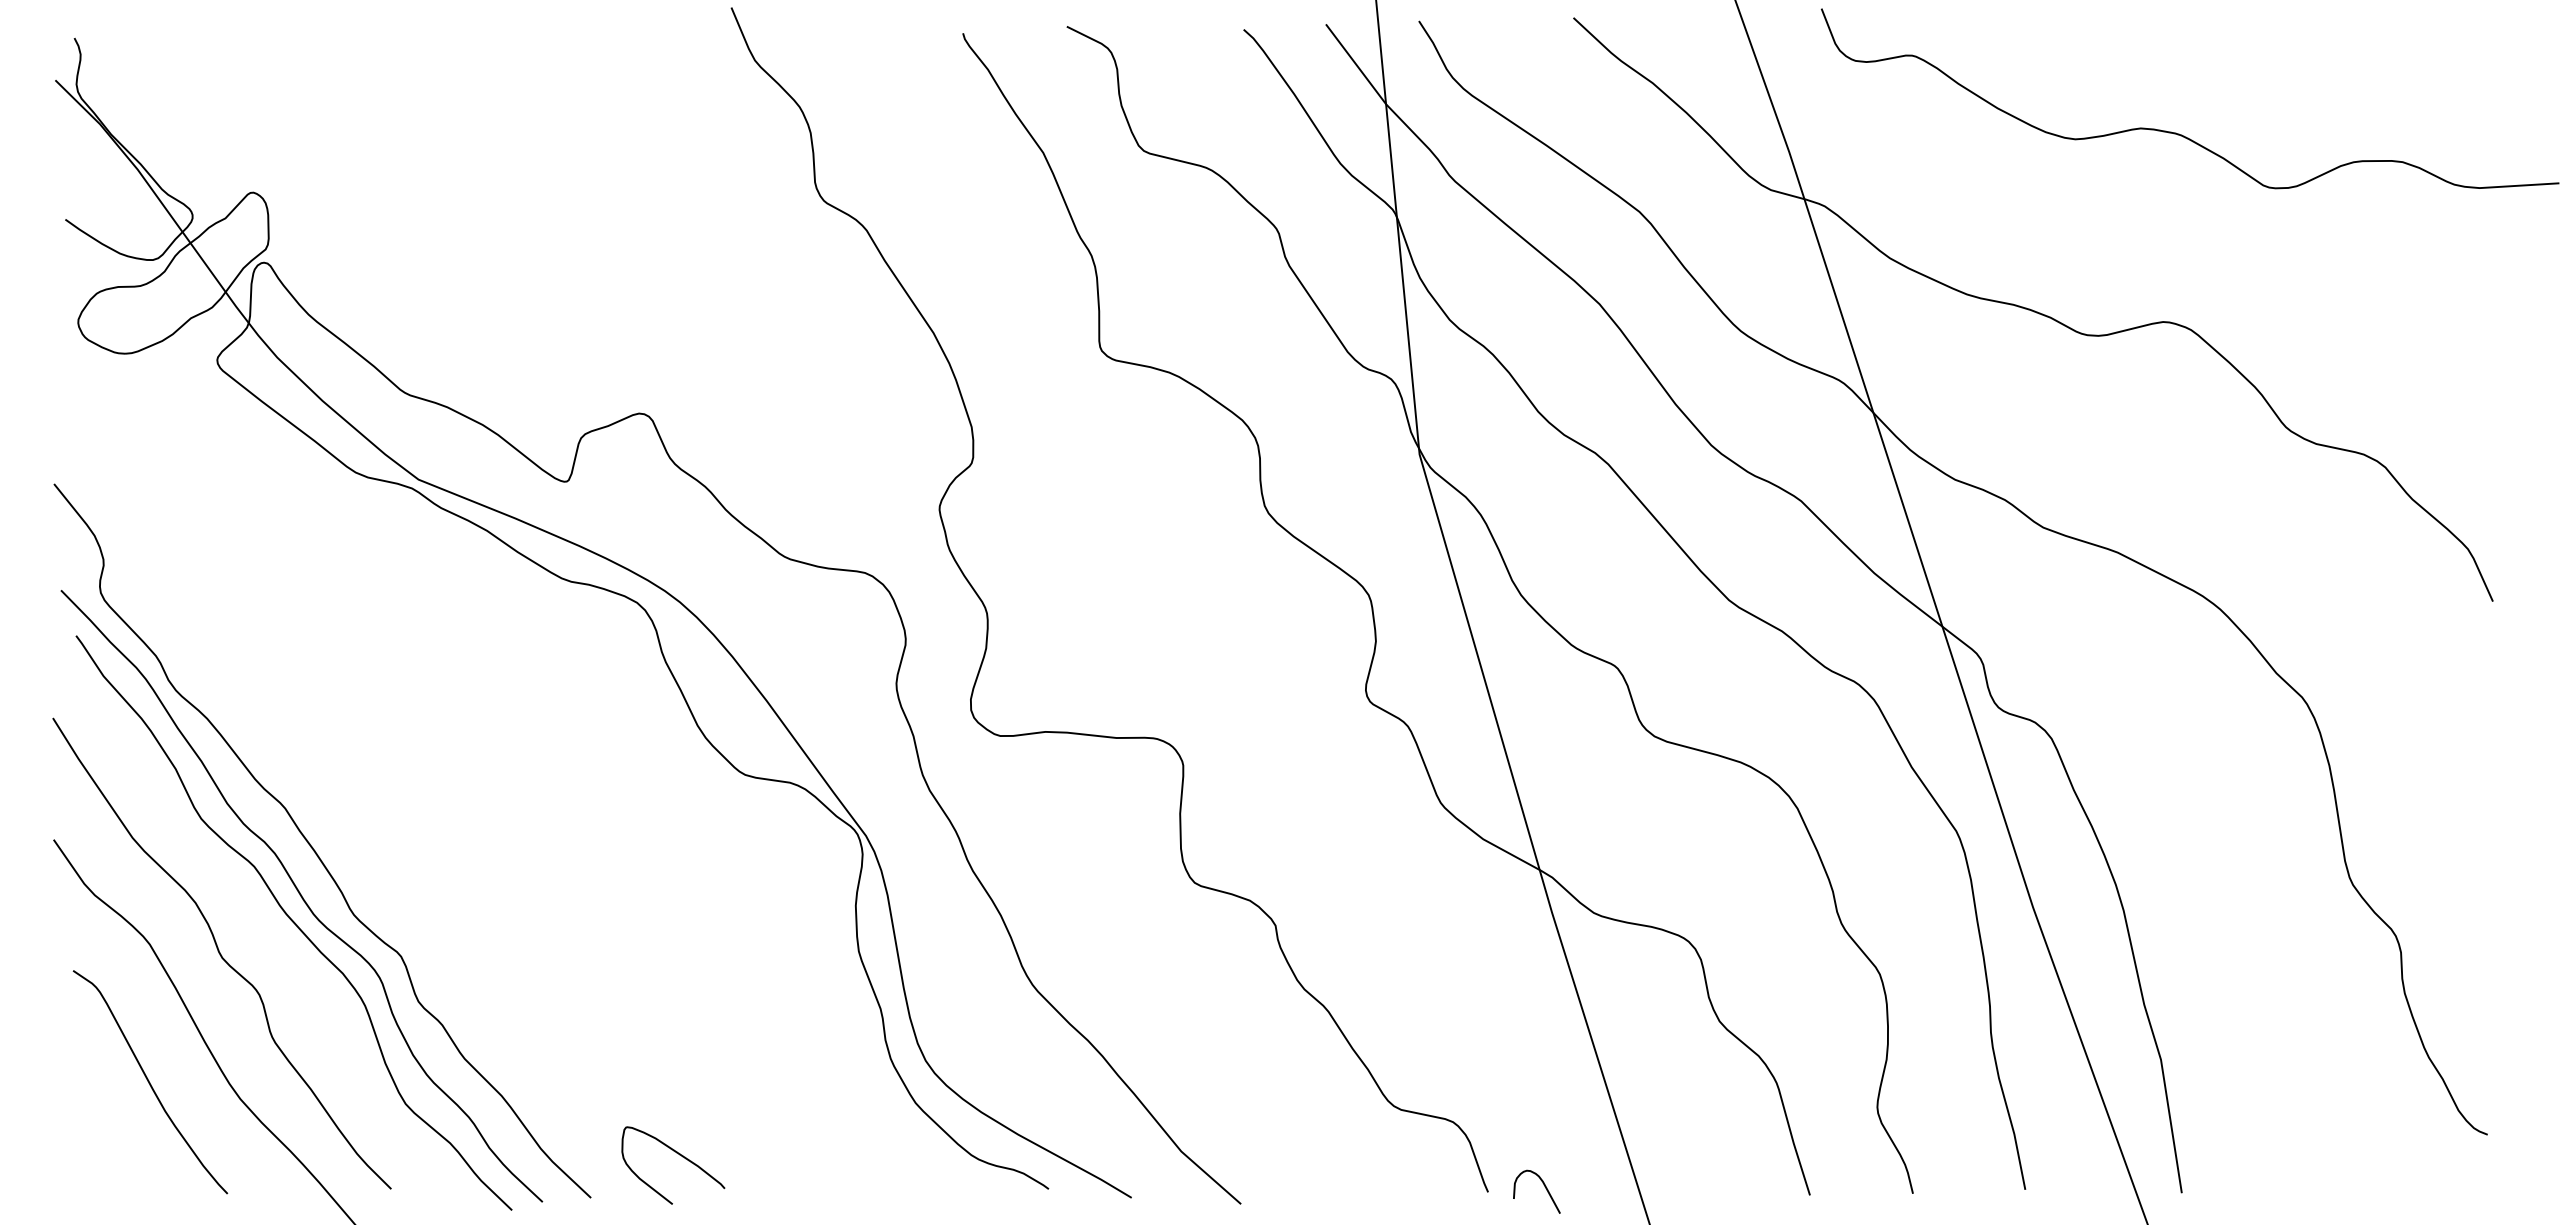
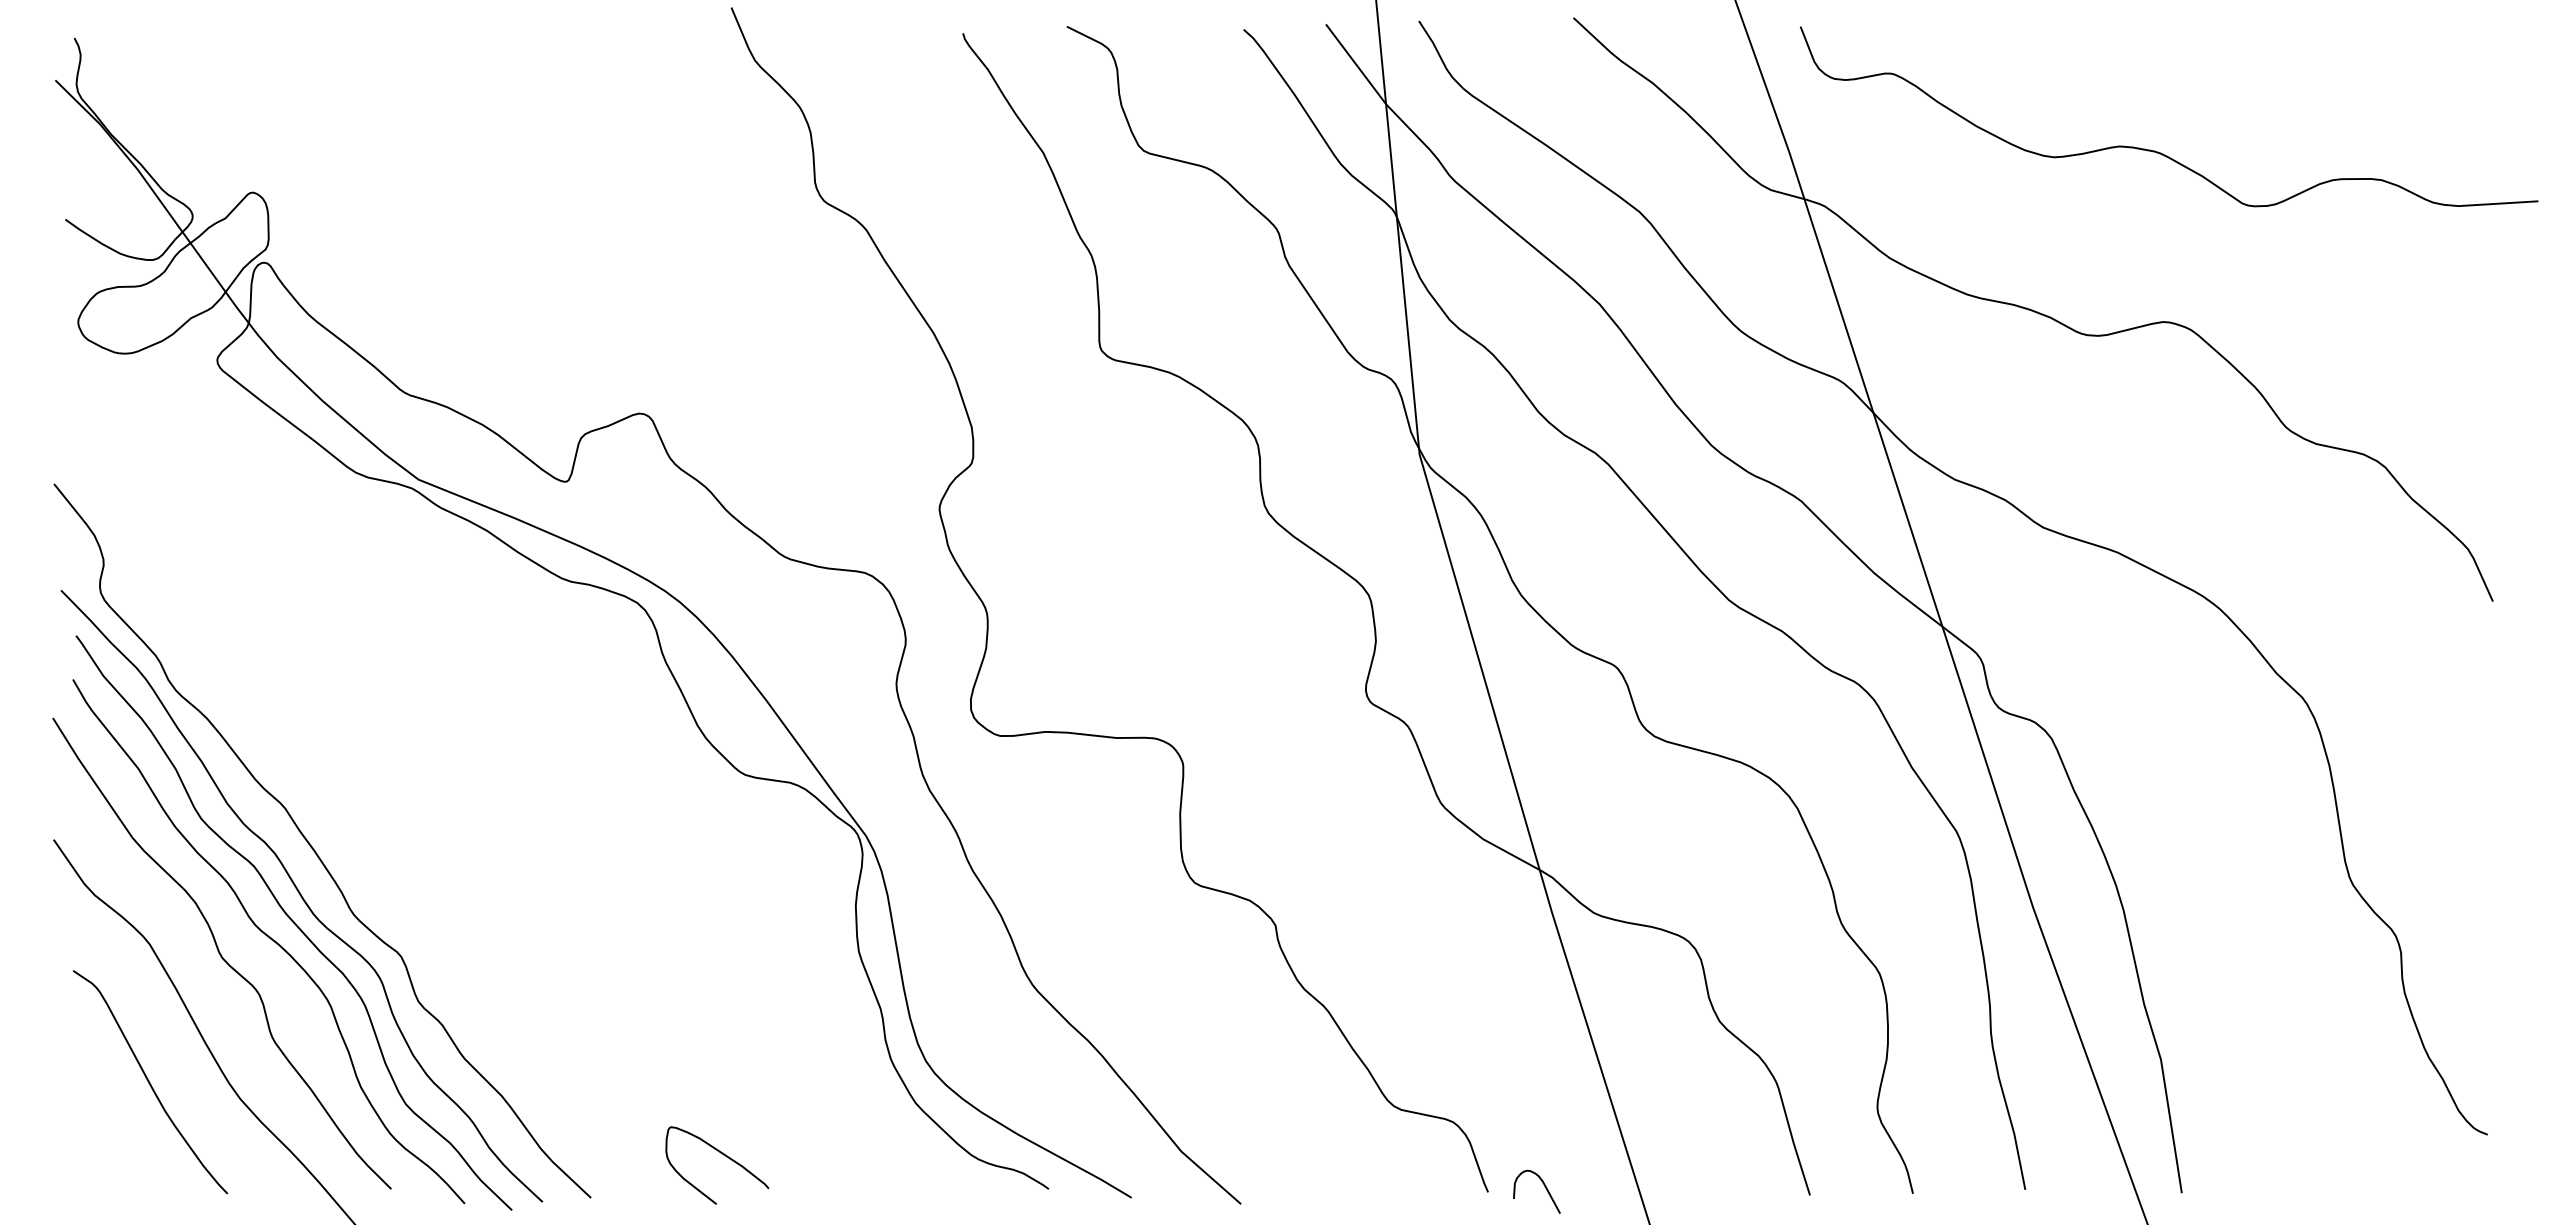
curve at (2176, 132) position: (2176, 132) -> (2155, 150)
curve at (270, 939): none -> present
curve at (679, 1155) position: (679, 1155) -> (723, 1155)
